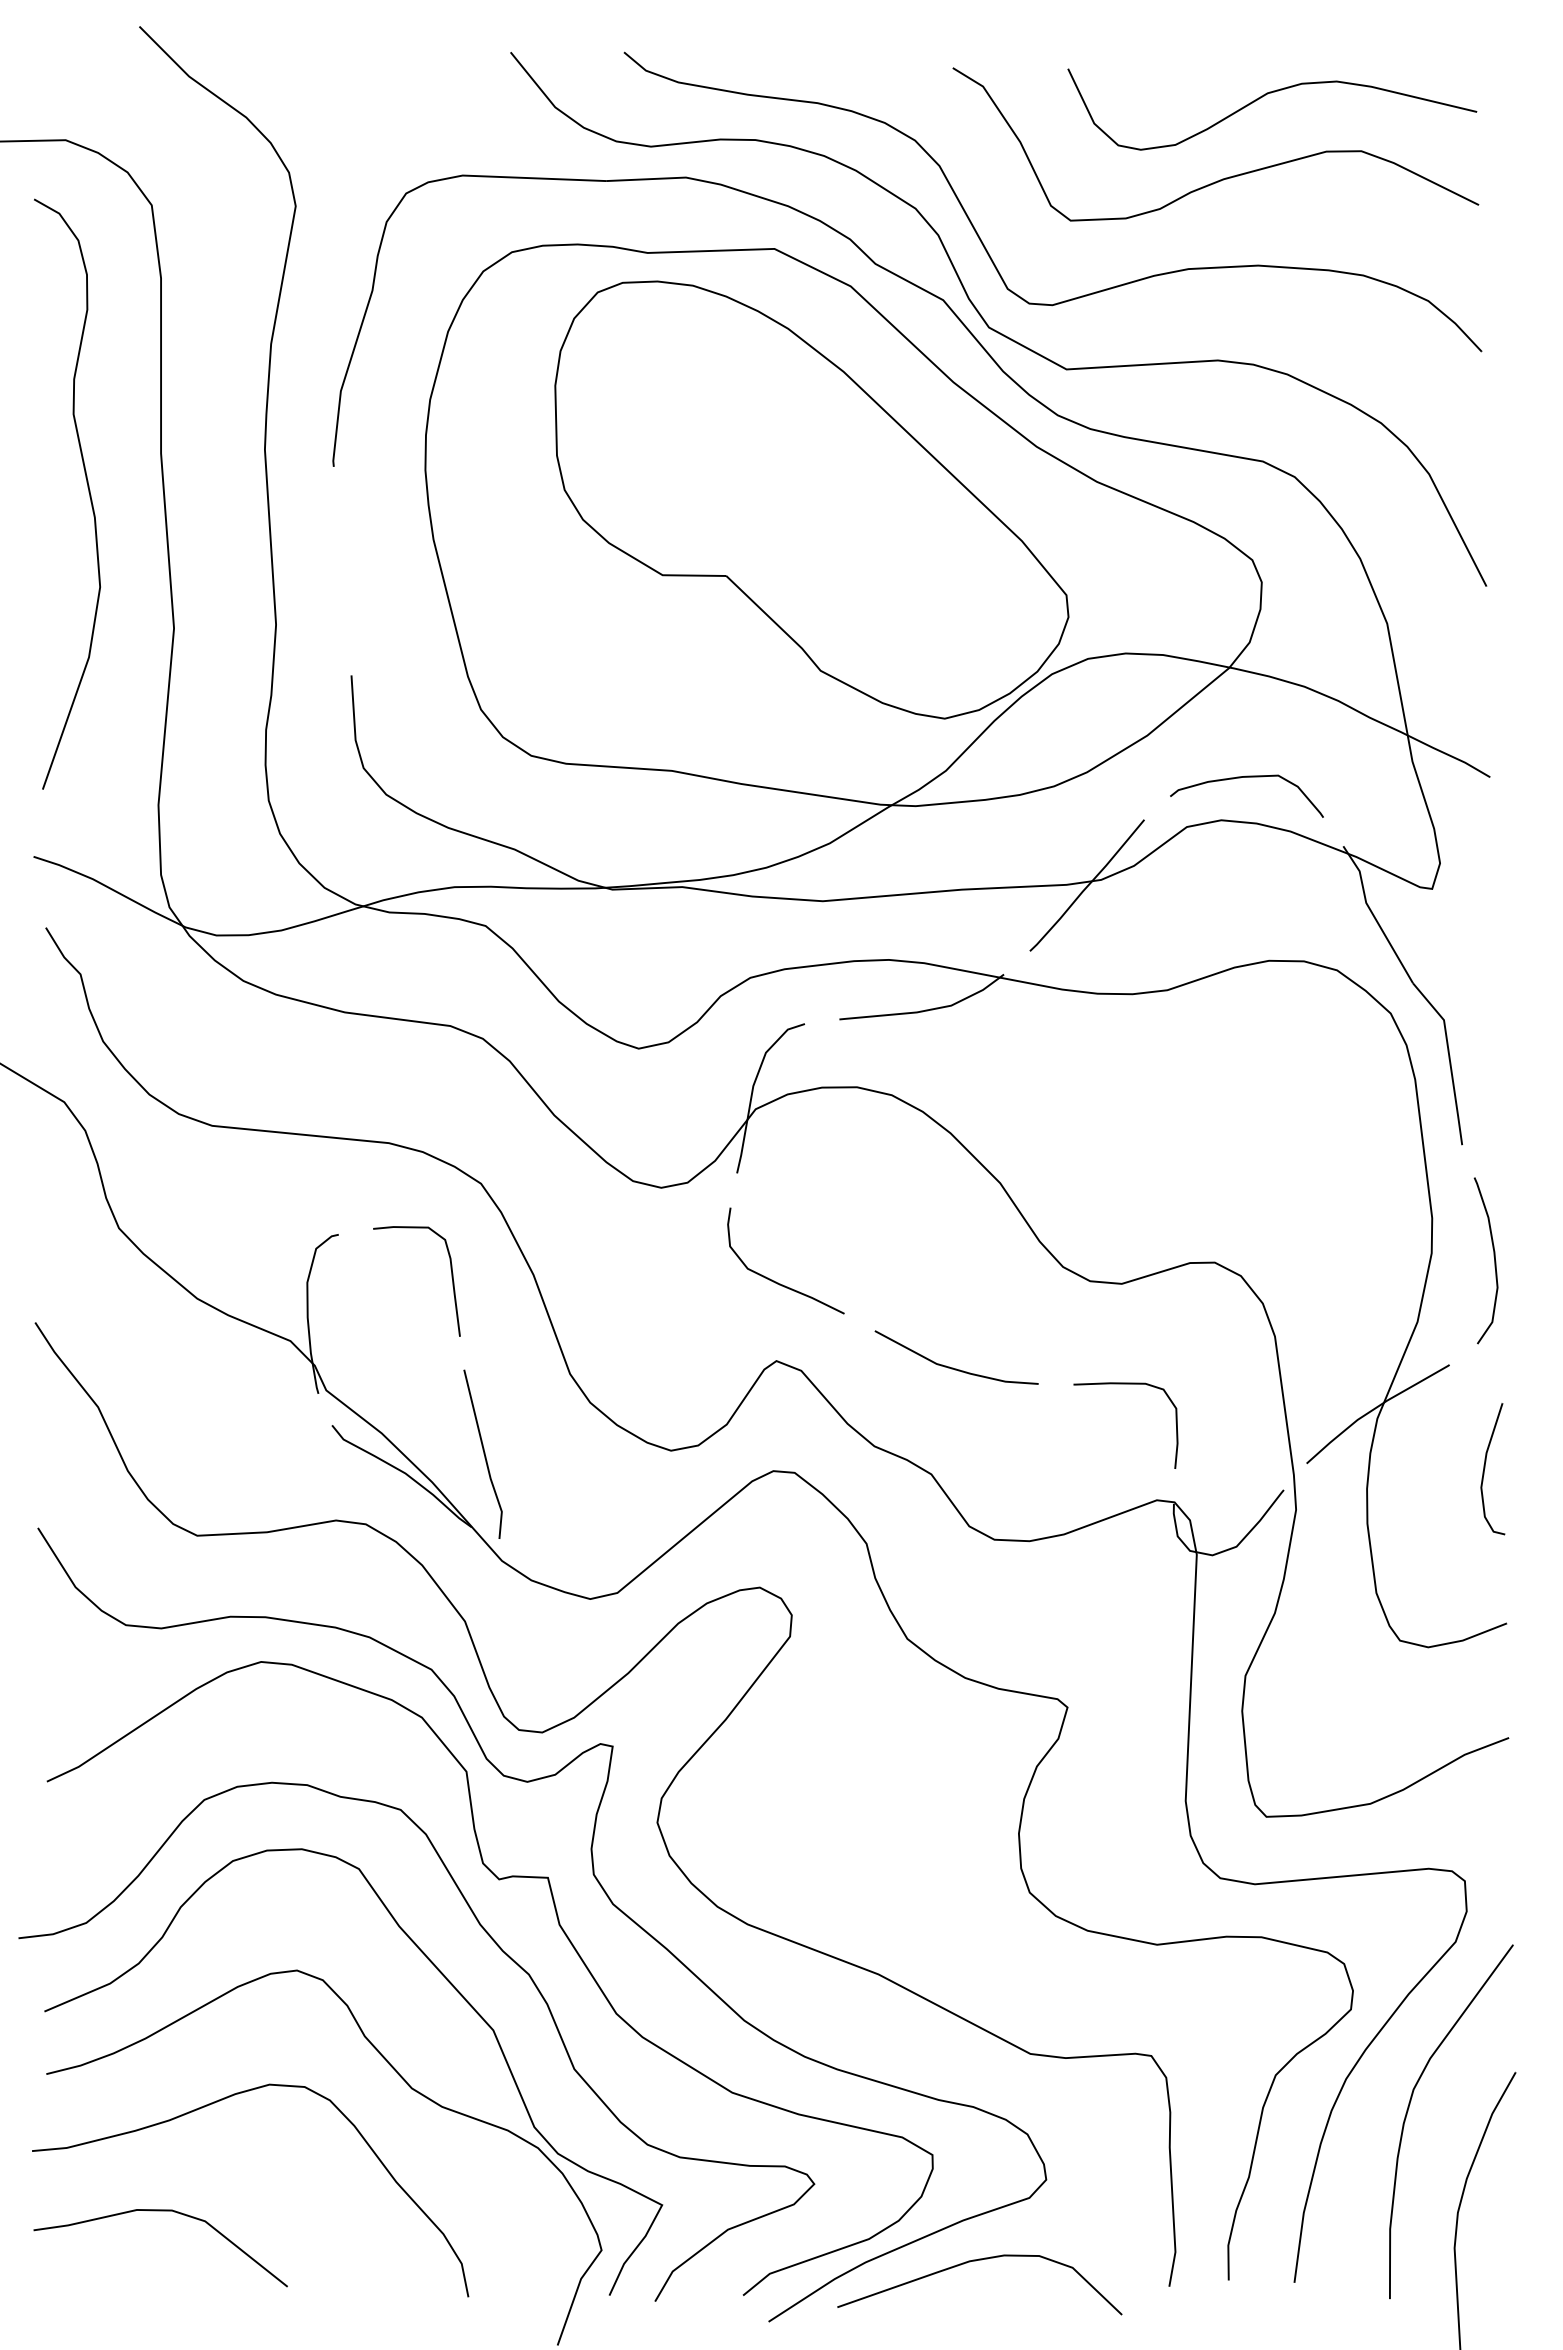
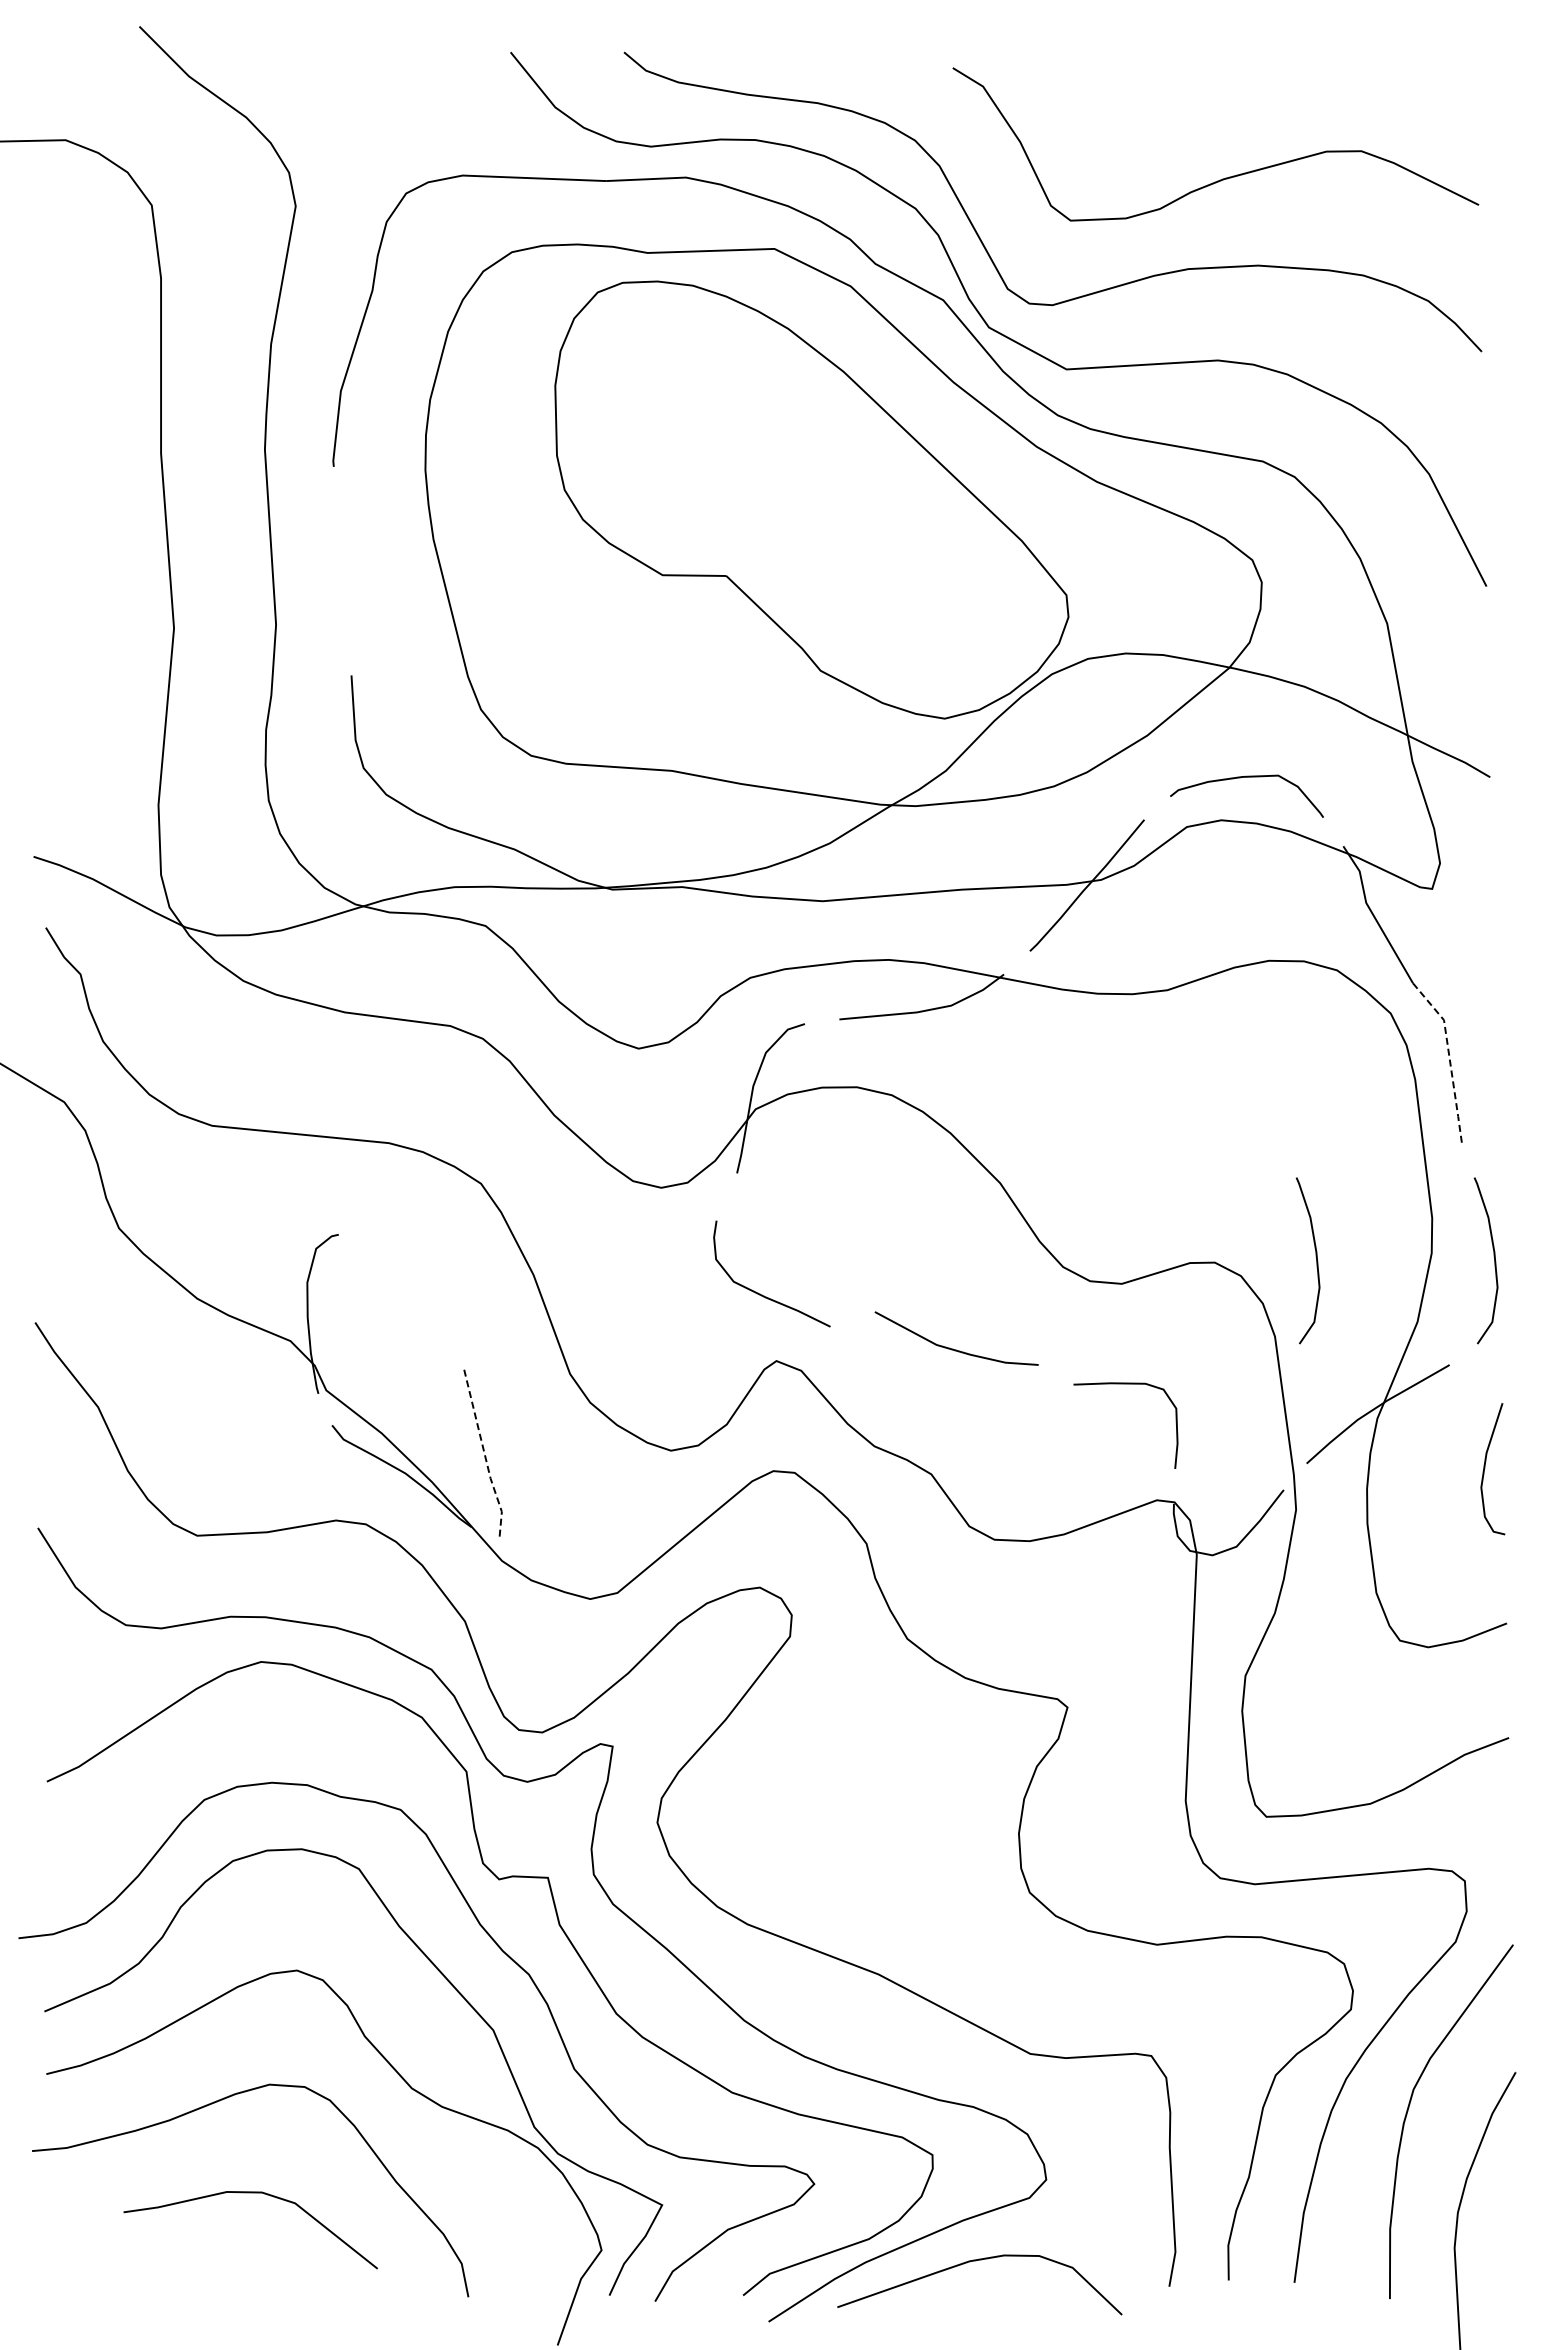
part at (1266, 95): present -> none
curve at (87, 487): present -> none
line at (1449, 1059): solid -> dashed
curve at (1315, 1256): none -> present
curve at (451, 1278): present -> none
curve at (774, 1280) position: (774, 1280) -> (760, 1293)
curve at (953, 1367) position: (953, 1367) -> (953, 1348)
line at (485, 1455): solid -> dashed
curve at (160, 2211) position: (160, 2211) -> (250, 2193)
